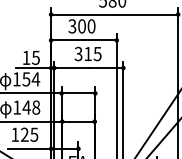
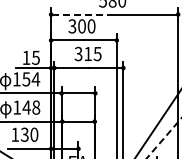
line at (83, 14): solid -> dashed
text at (29, 134): 125 -> 130
line at (164, 138): solid -> dashed
